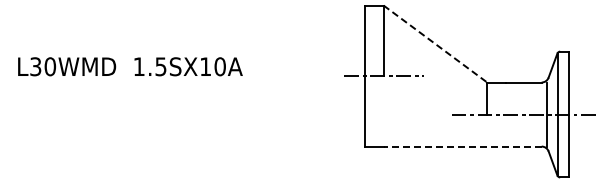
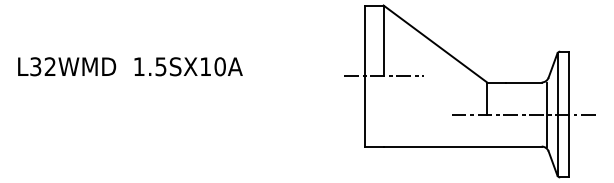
line at (435, 44): dashed -> solid
text at (50, 66): L30WMD -> L32WMD
line at (462, 146): dashed -> solid
